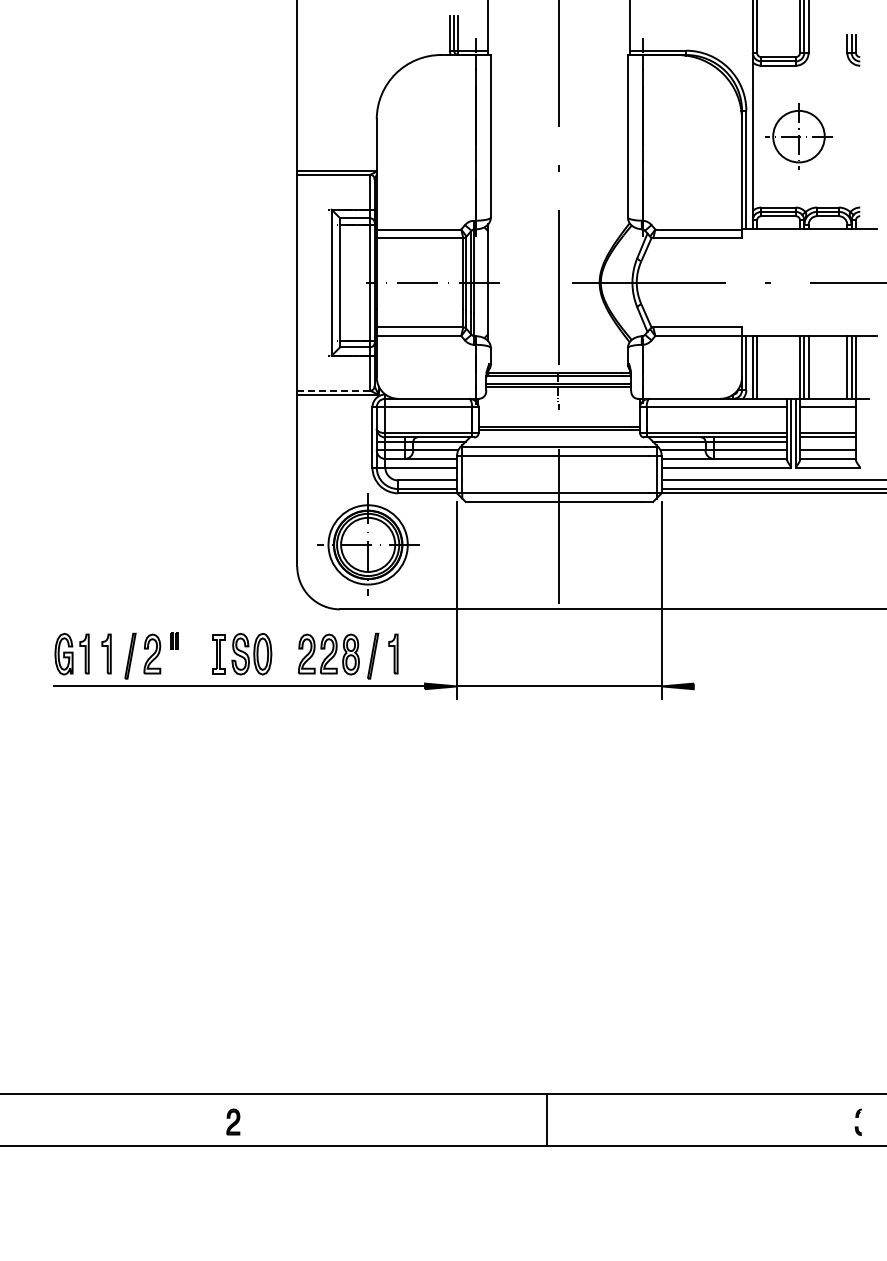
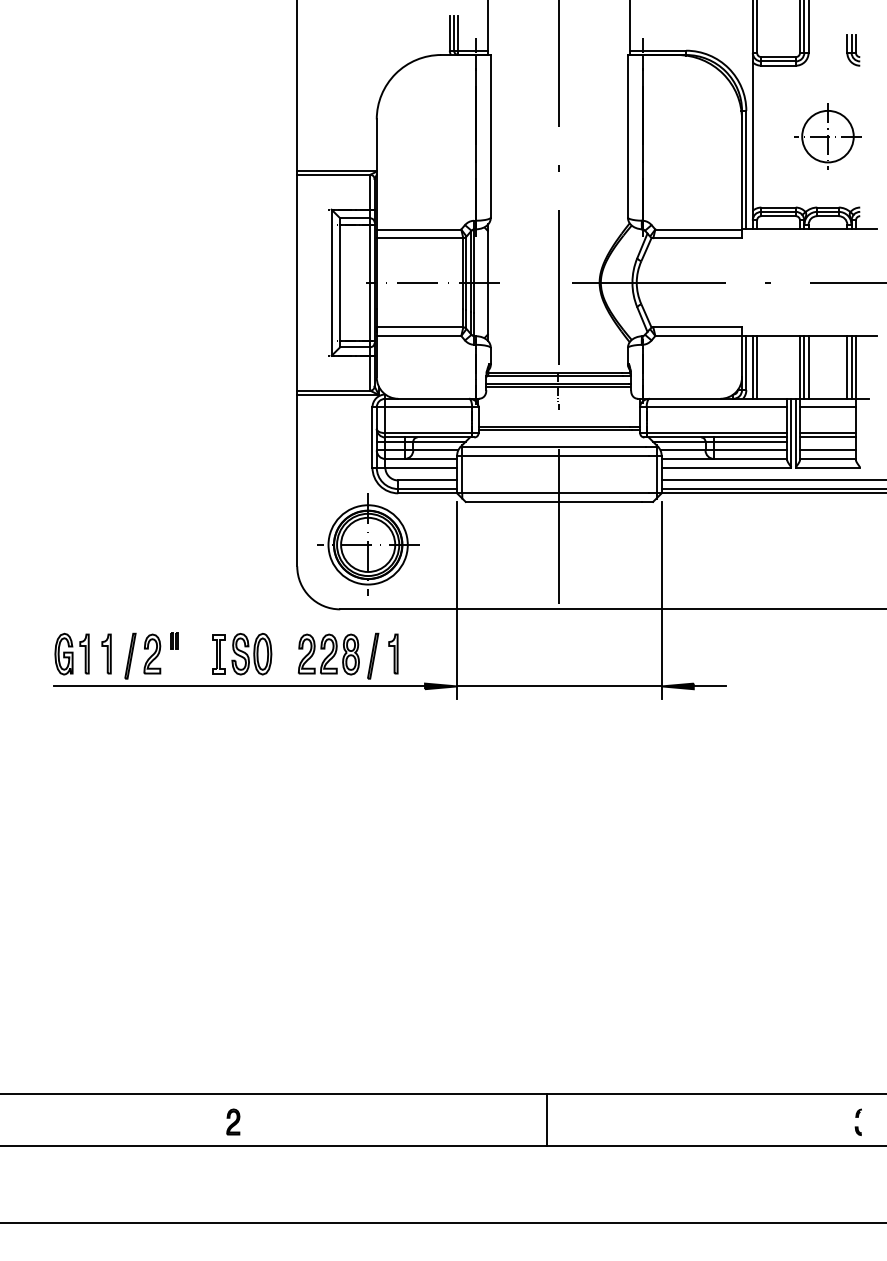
part at (798, 136) position: (798, 136) -> (827, 136)
line at (333, 390): dashed -> solid
line at (709, 686): none -> present
line at (442, 1223): none -> present
